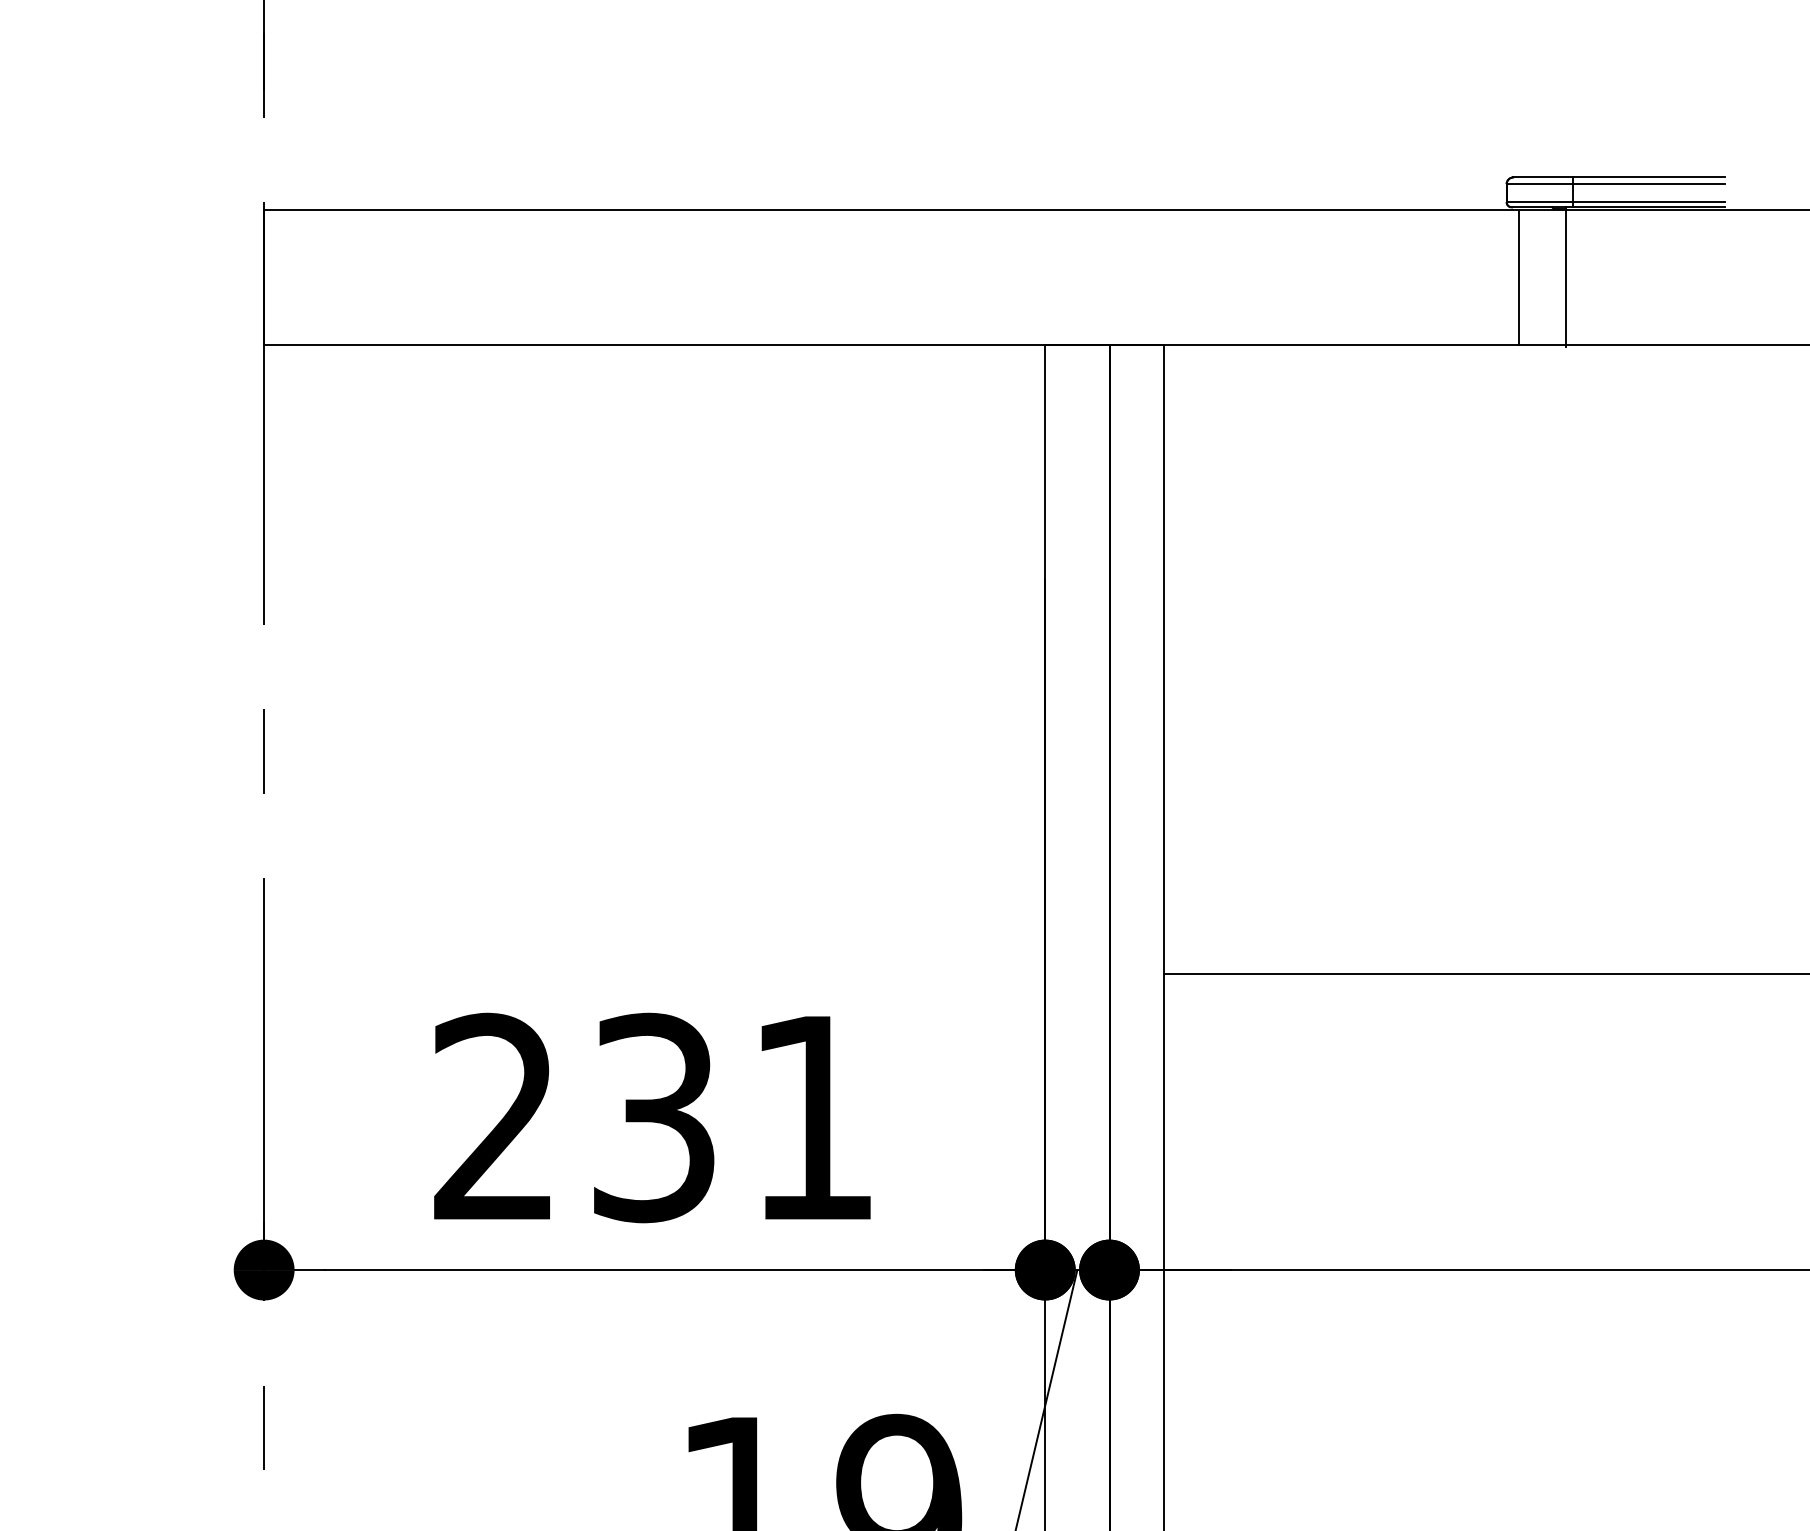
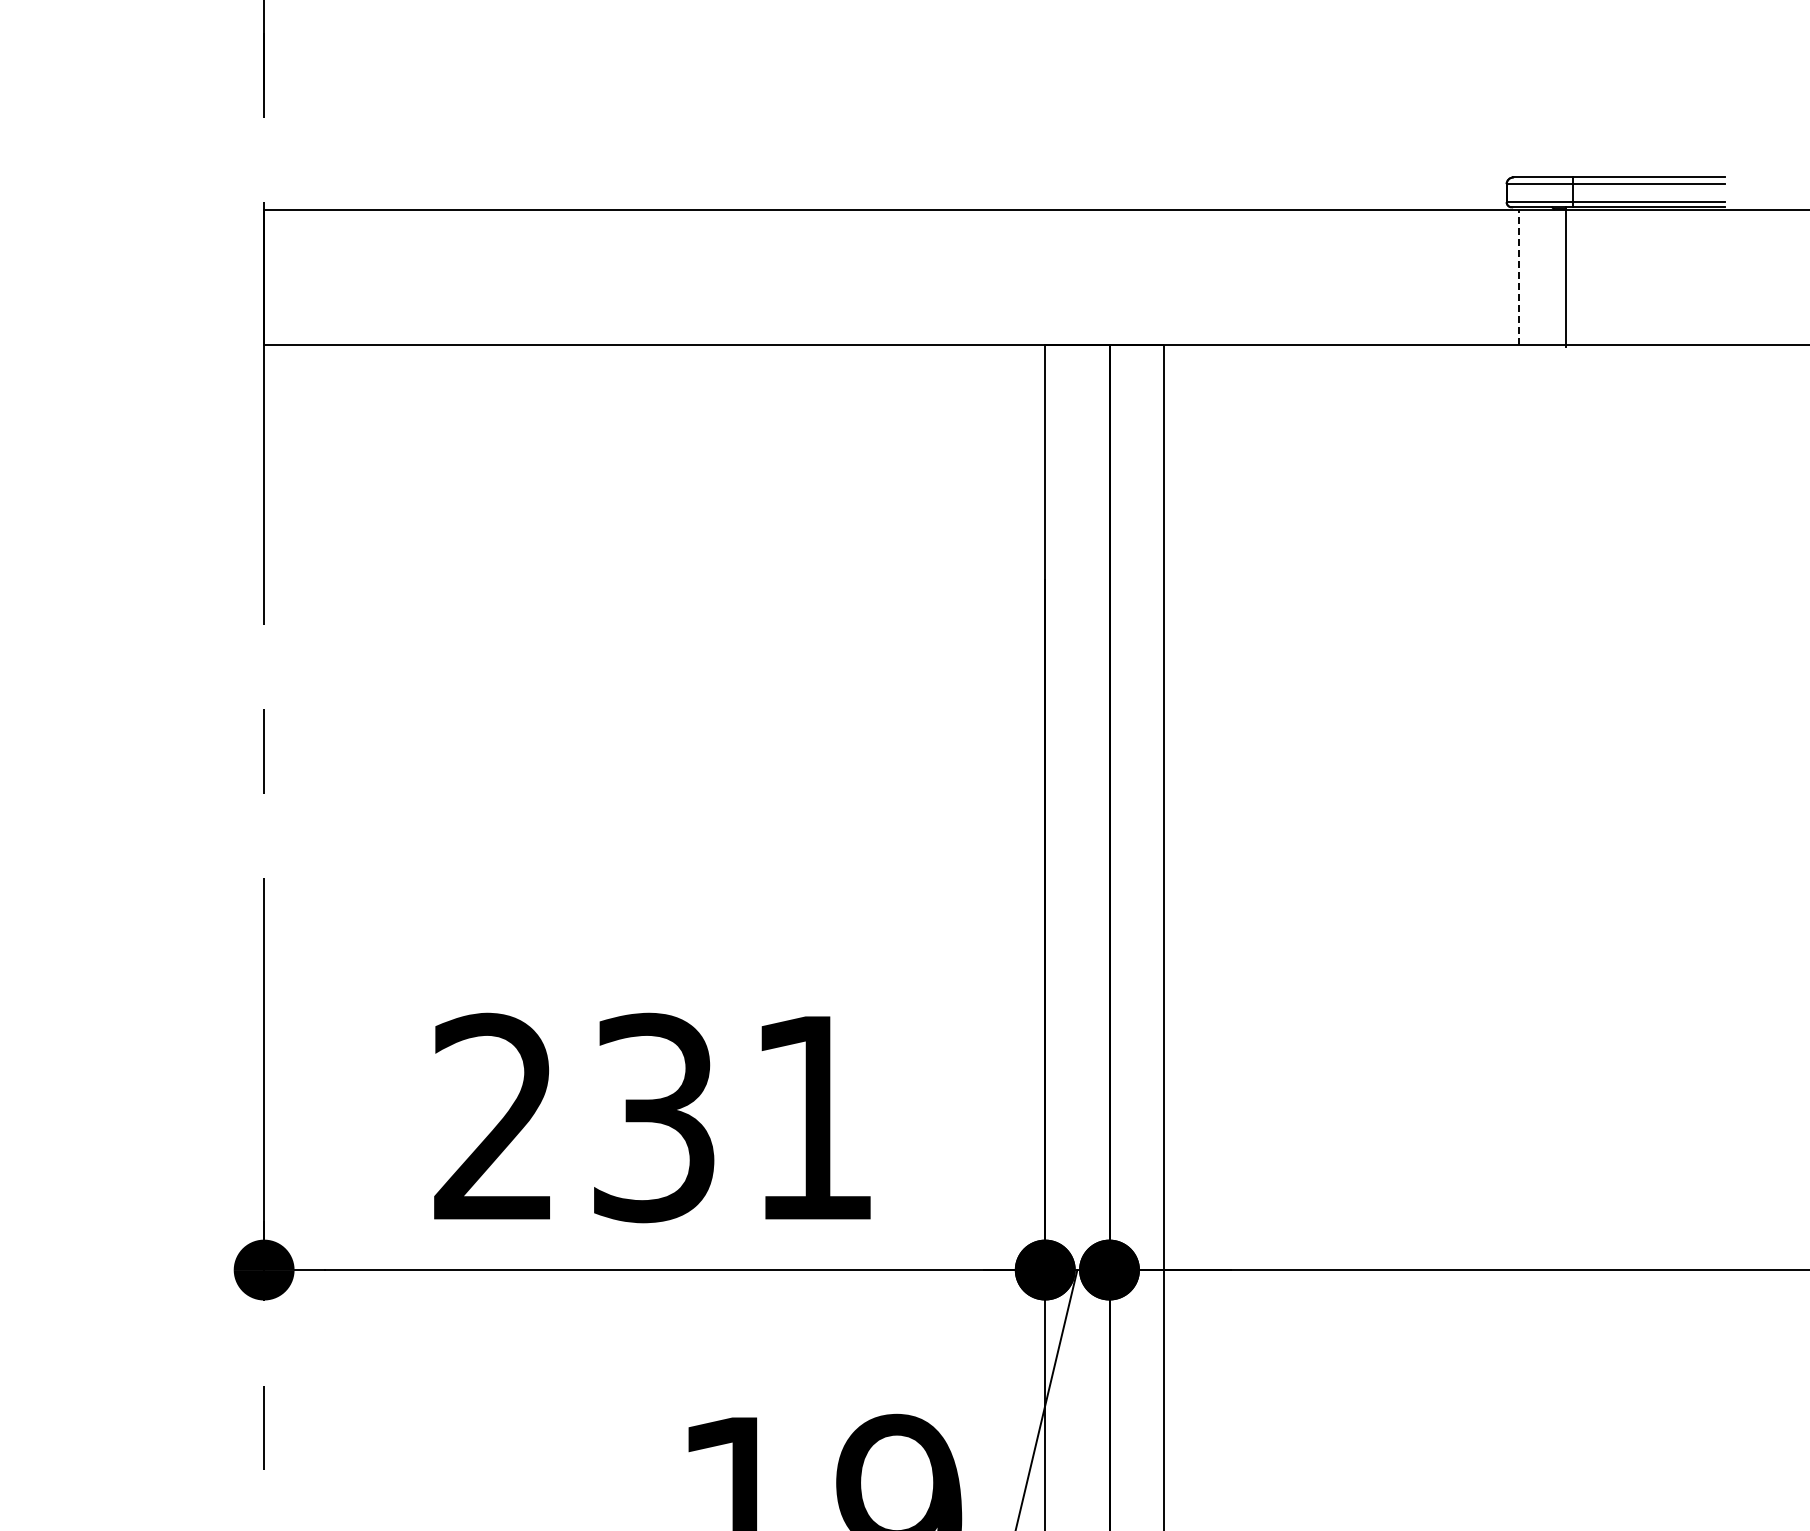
line at (1518, 277): solid -> dashed
line at (1484, 974): present -> none
